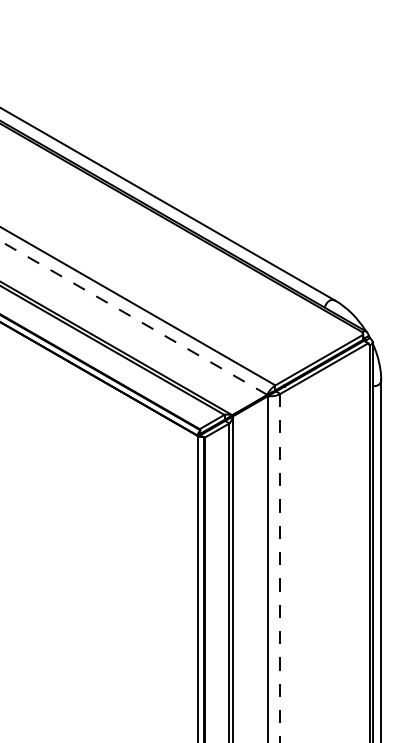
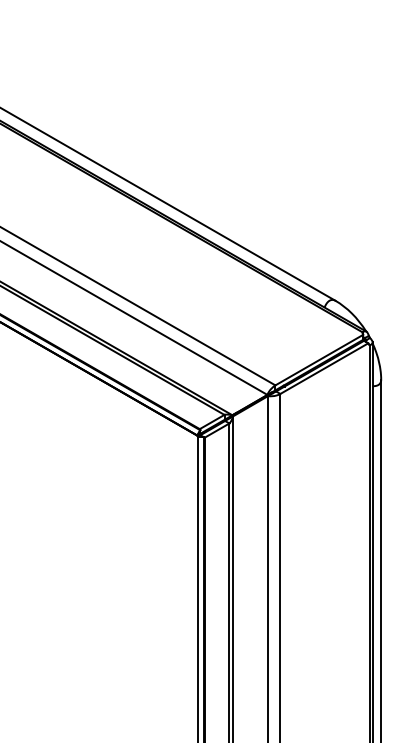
line at (134, 318): dashed -> solid
line at (280, 568): dashed -> solid
